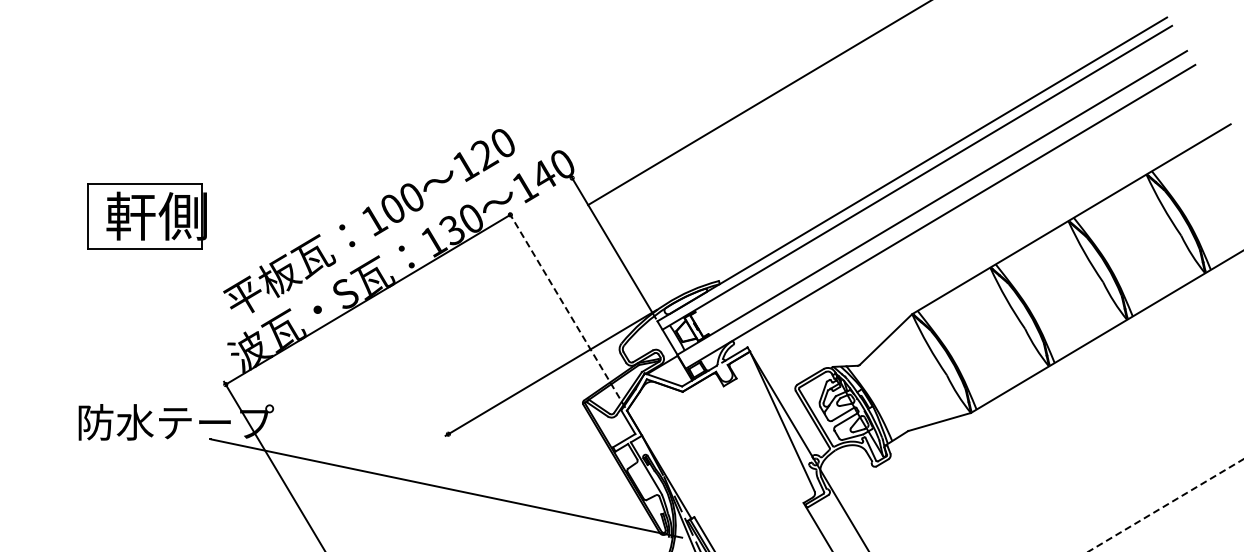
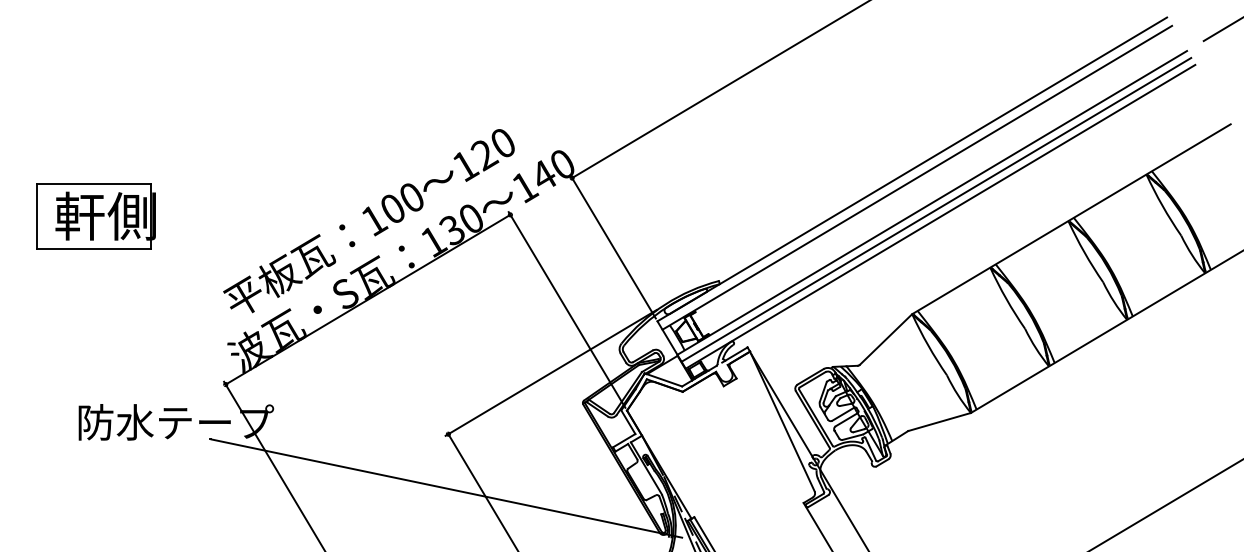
line at (1221, 29): none -> present
line at (758, 103) position: (758, 103) -> (719, 90)
line at (936, 209): none -> present
part at (146, 216) position: (146, 216) -> (95, 216)
line at (567, 309): dashed -> solid
line at (482, 491): none -> present
line at (1166, 505): dashed -> solid
